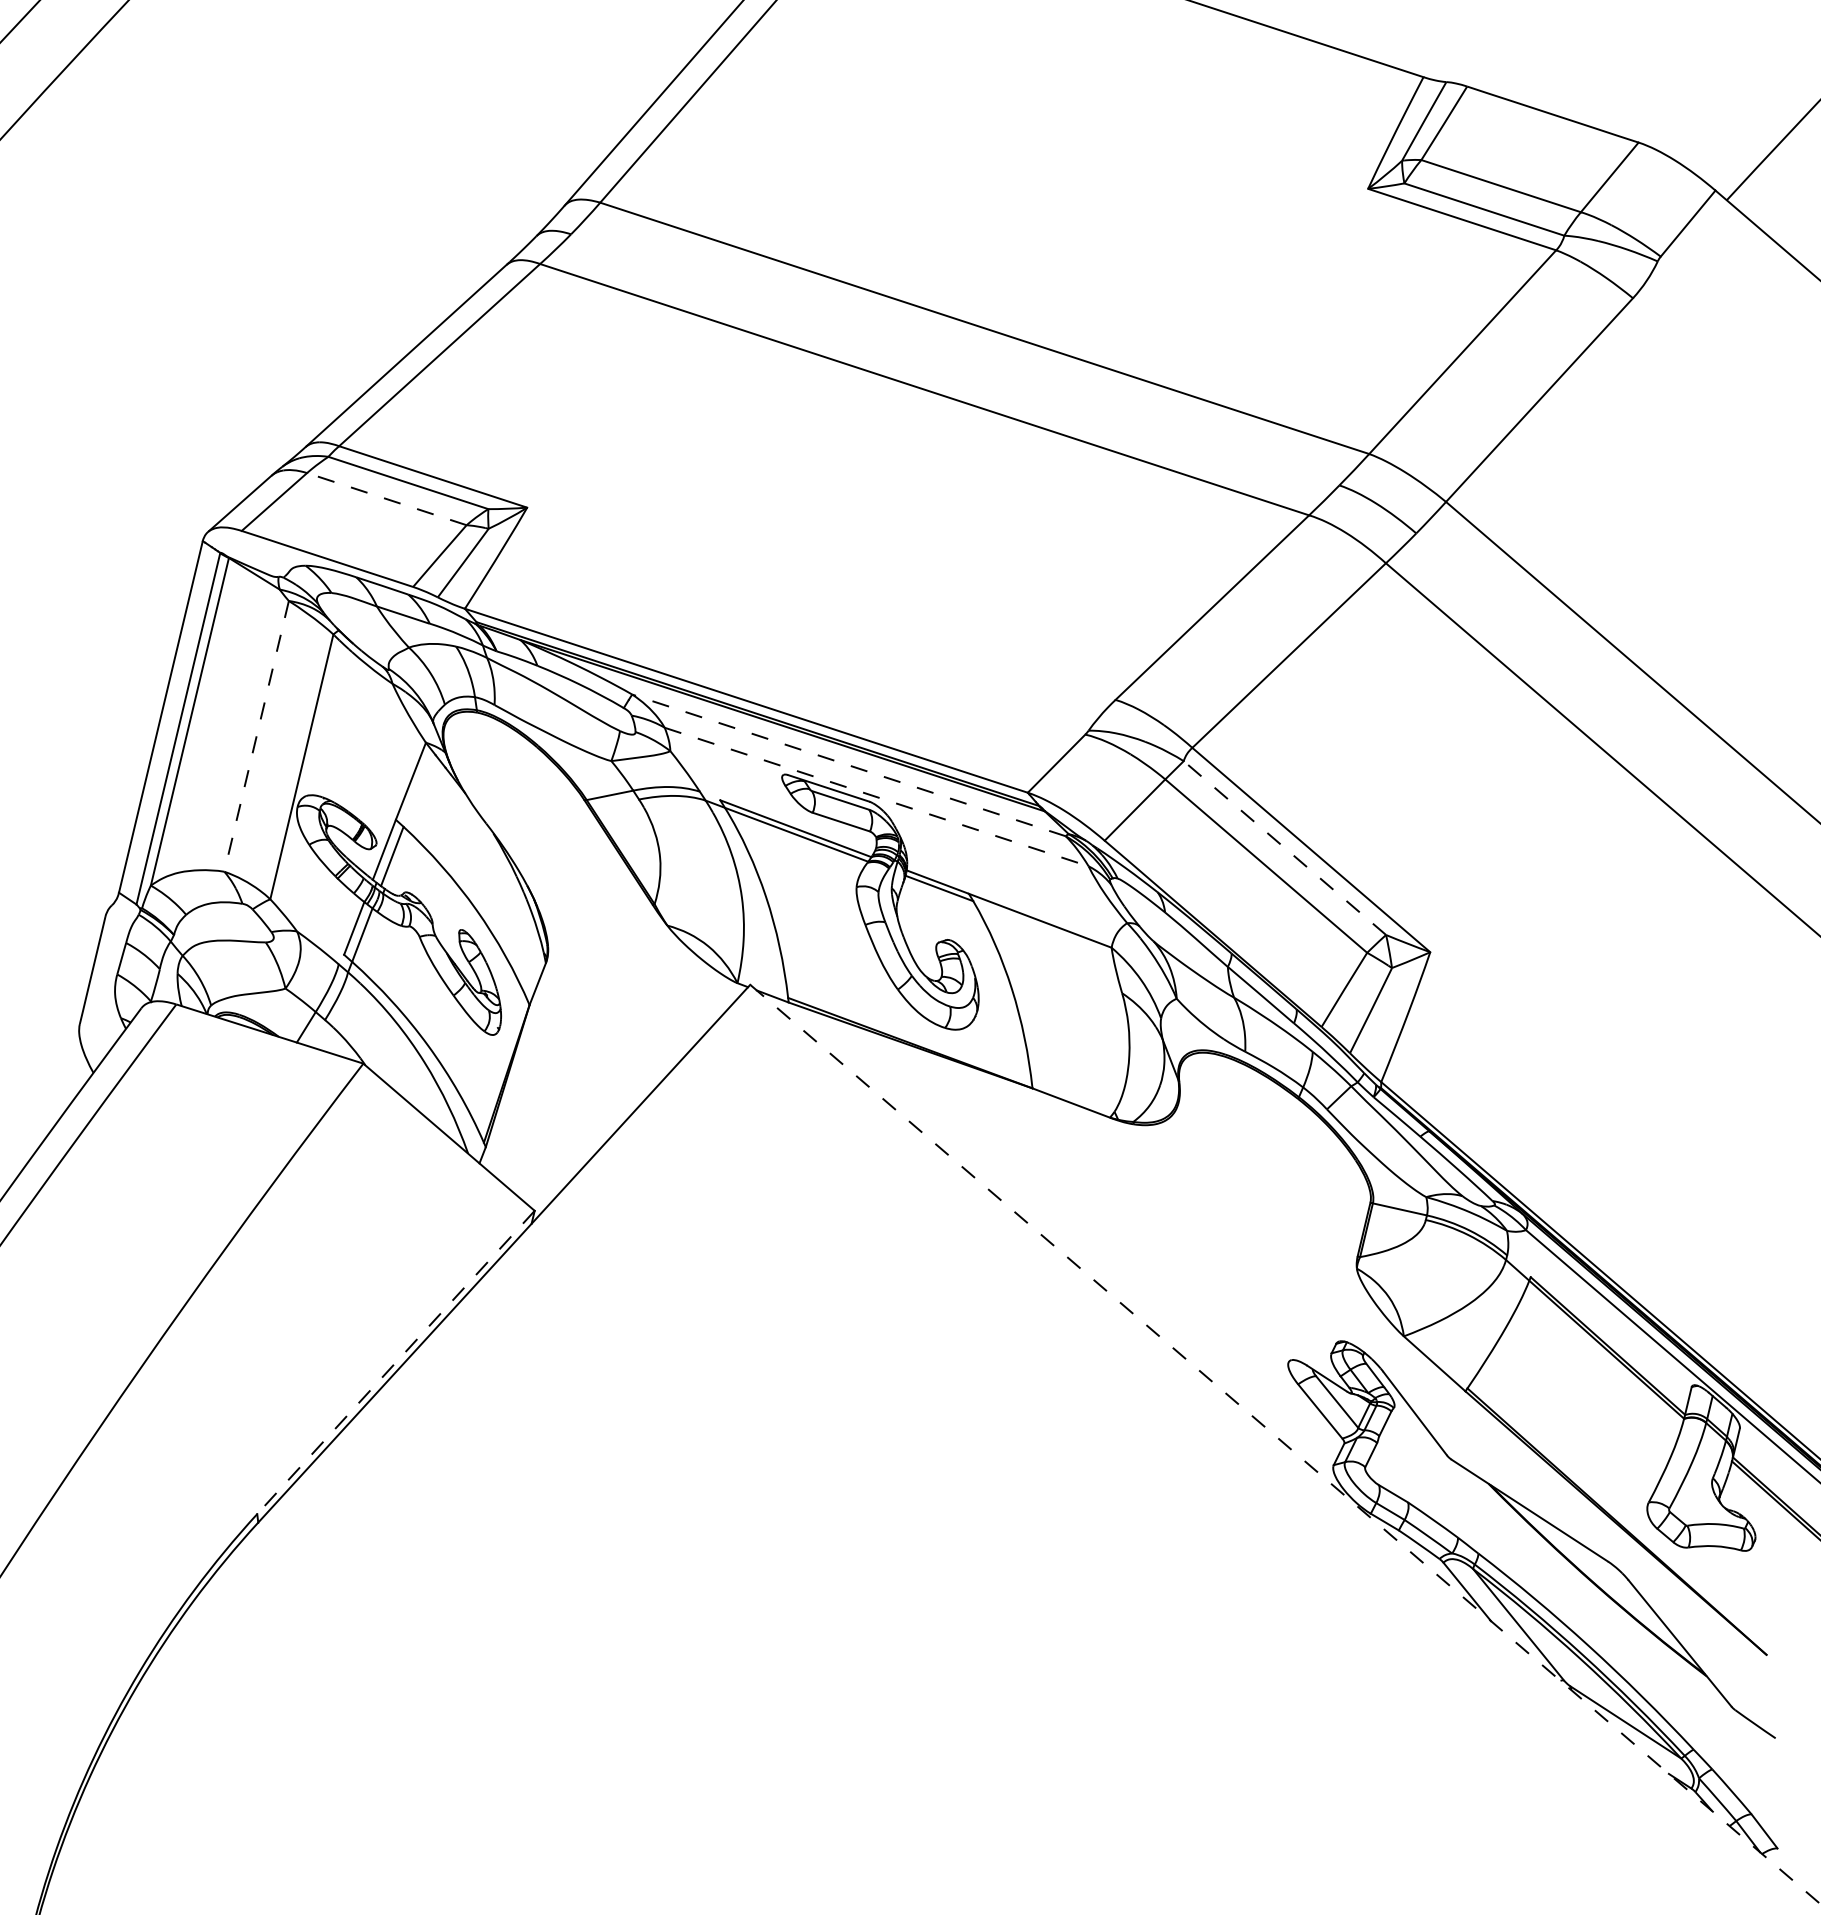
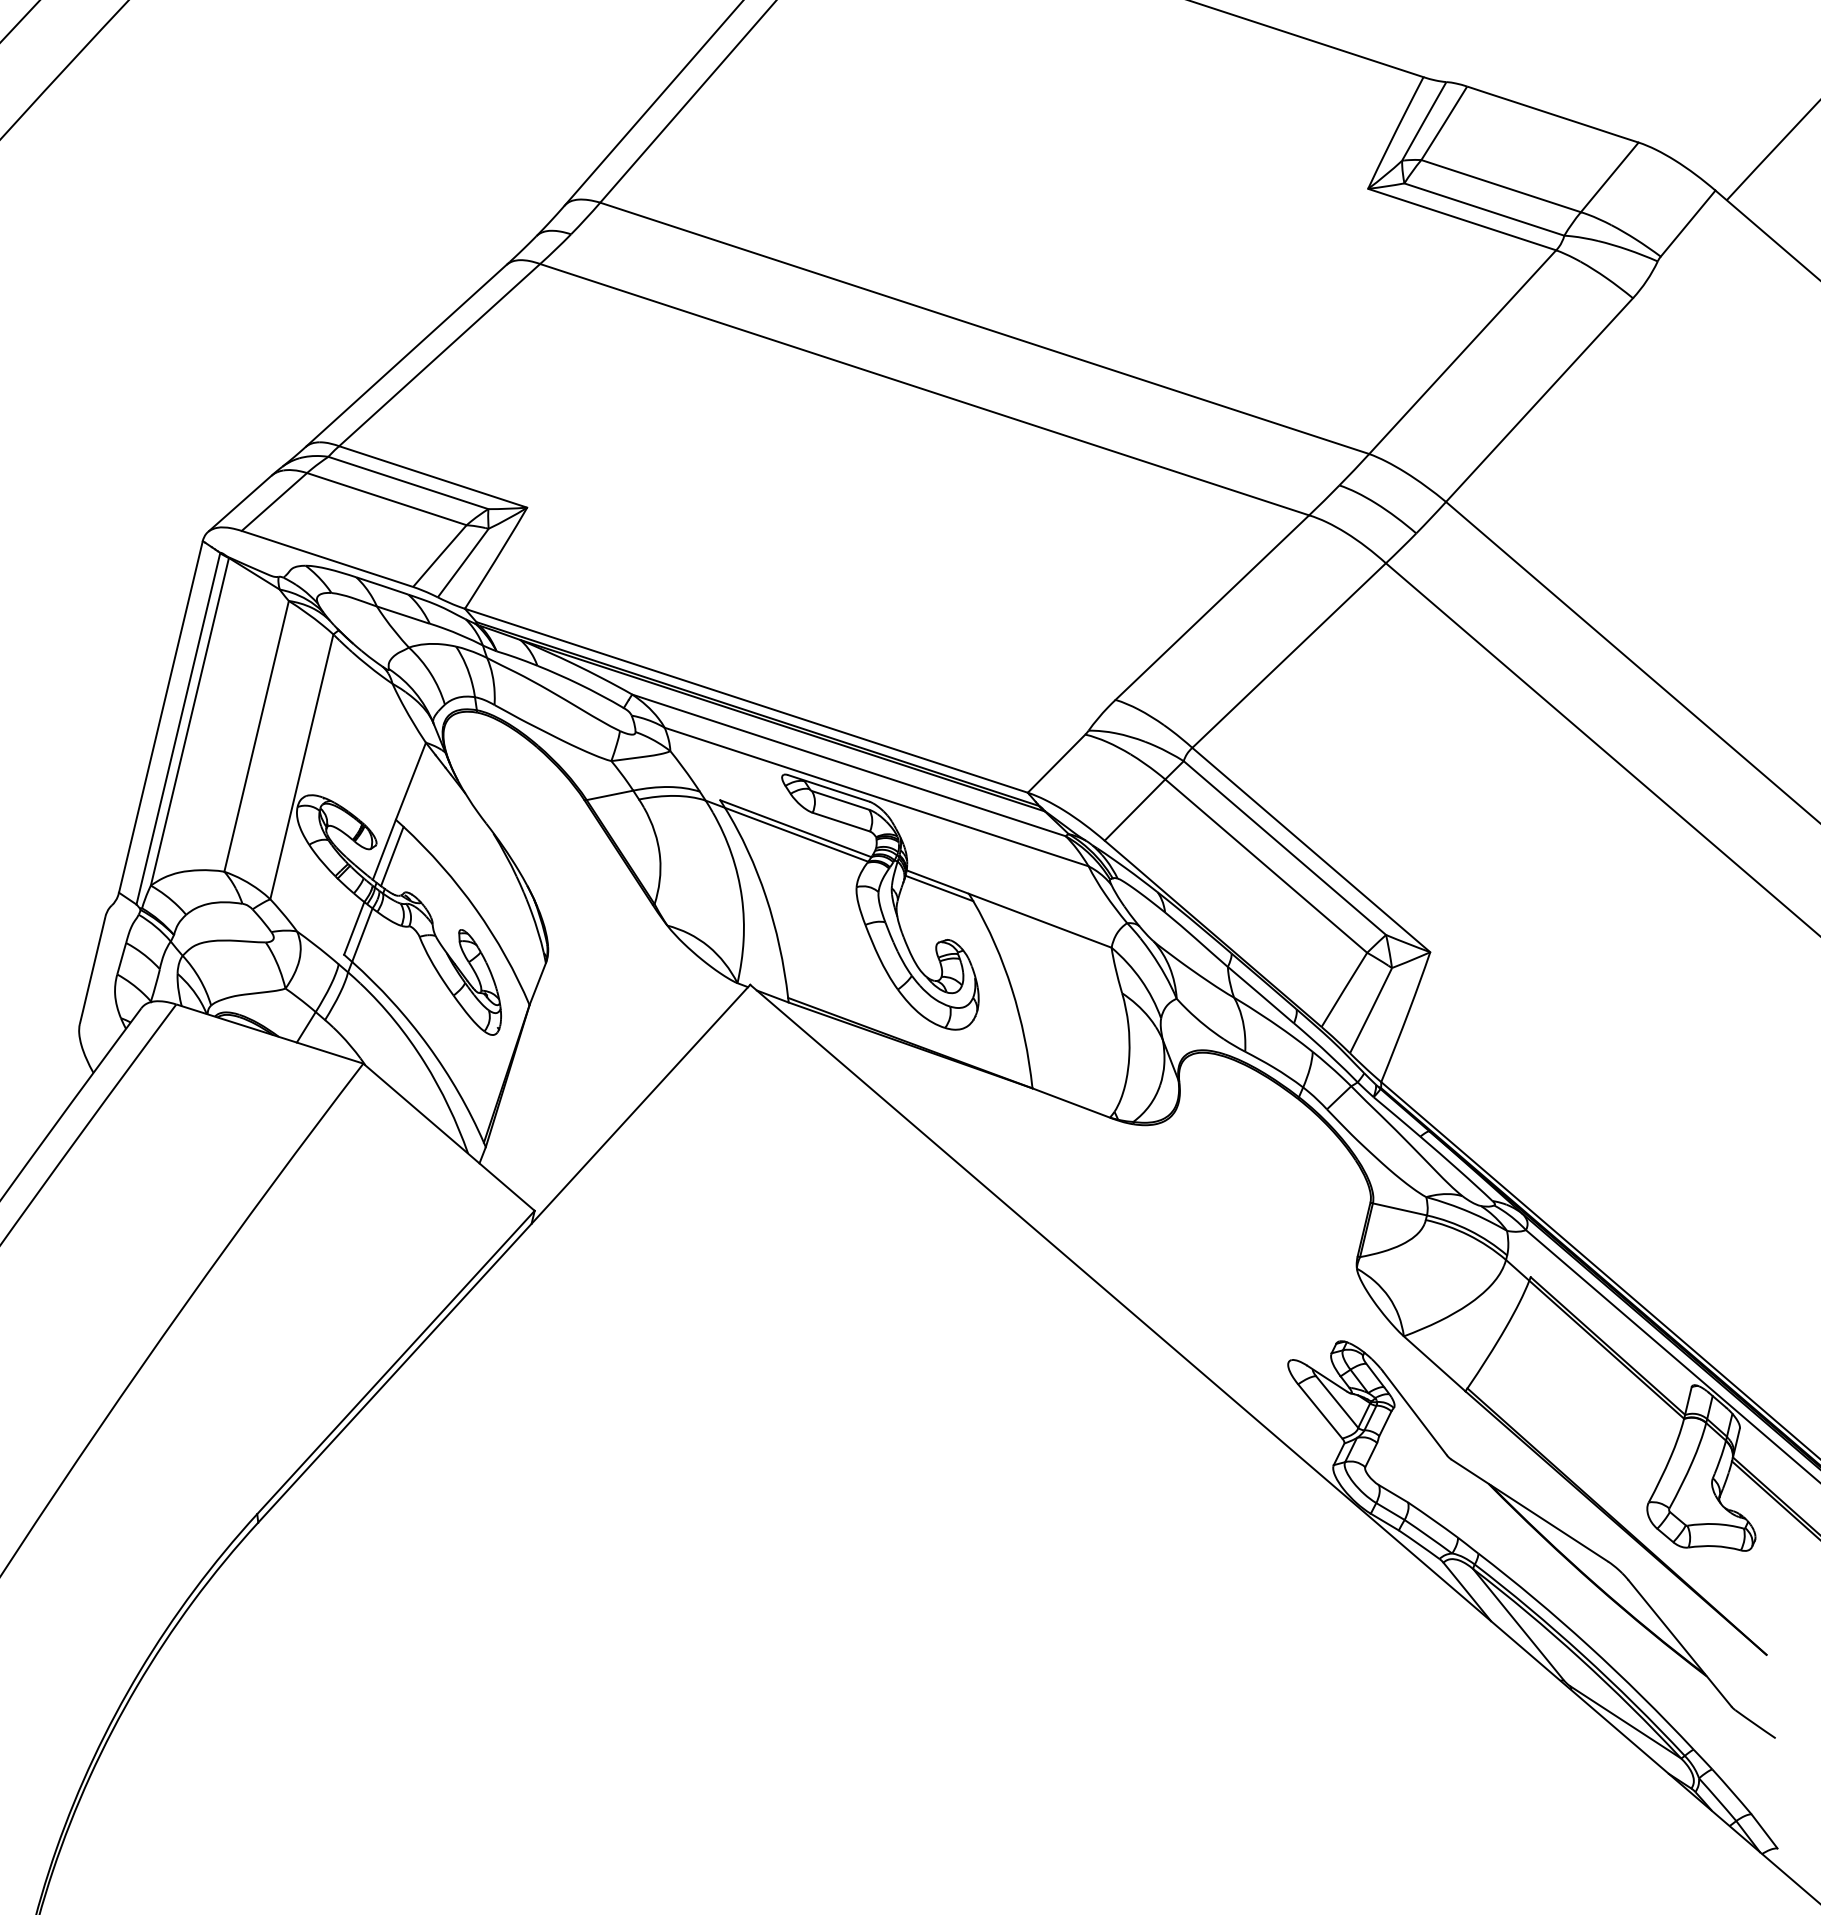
line at (386, 499): dashed -> solid
line at (256, 736): dashed -> solid
line at (848, 765): dashed -> solid
line at (876, 797): dashed -> solid
line at (1284, 847): dashed -> solid
line at (395, 1362): dashed -> solid
line at (1284, 1444): dashed -> solid
